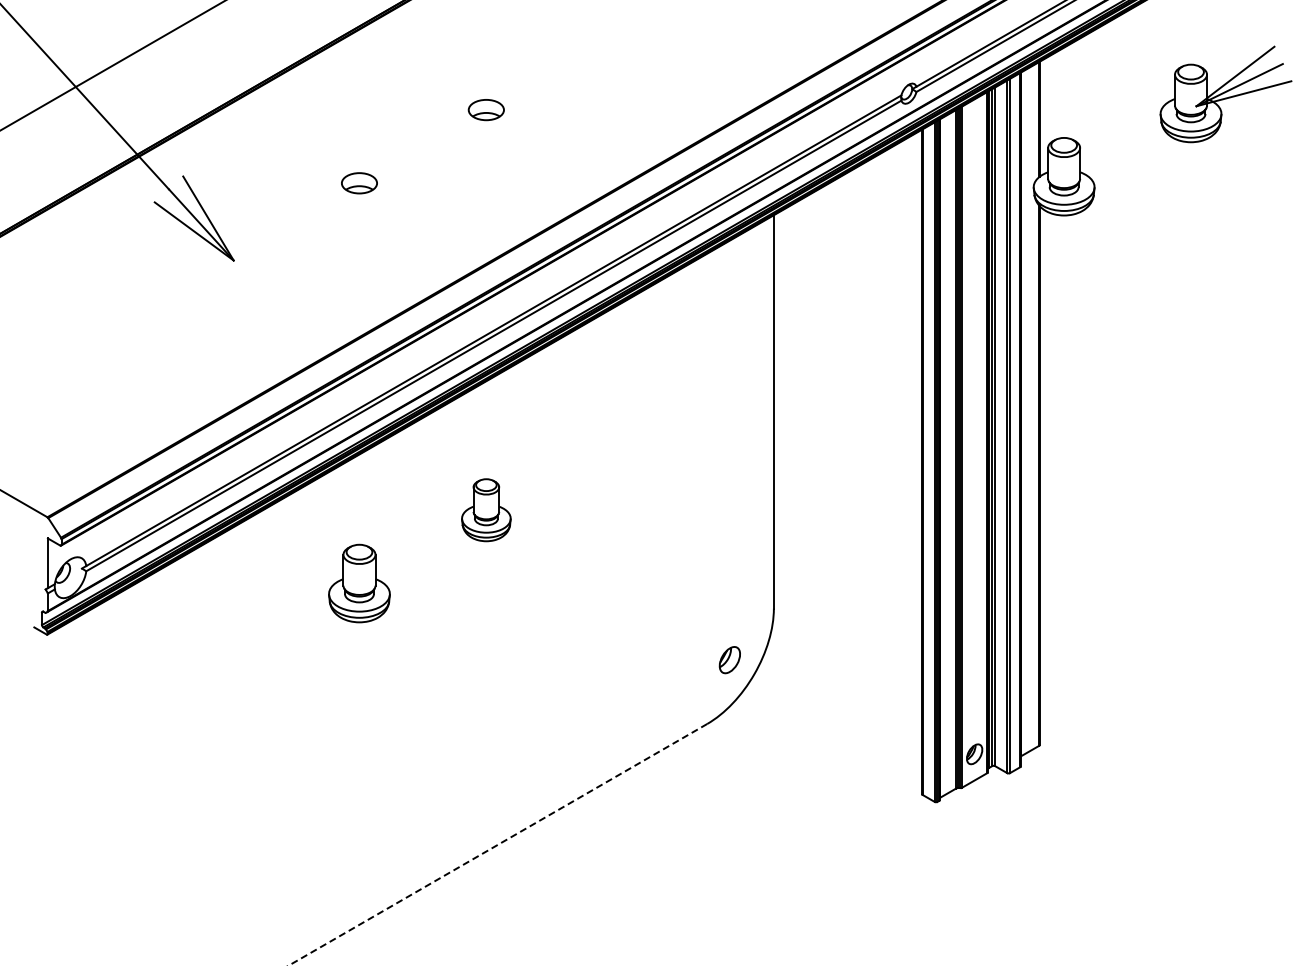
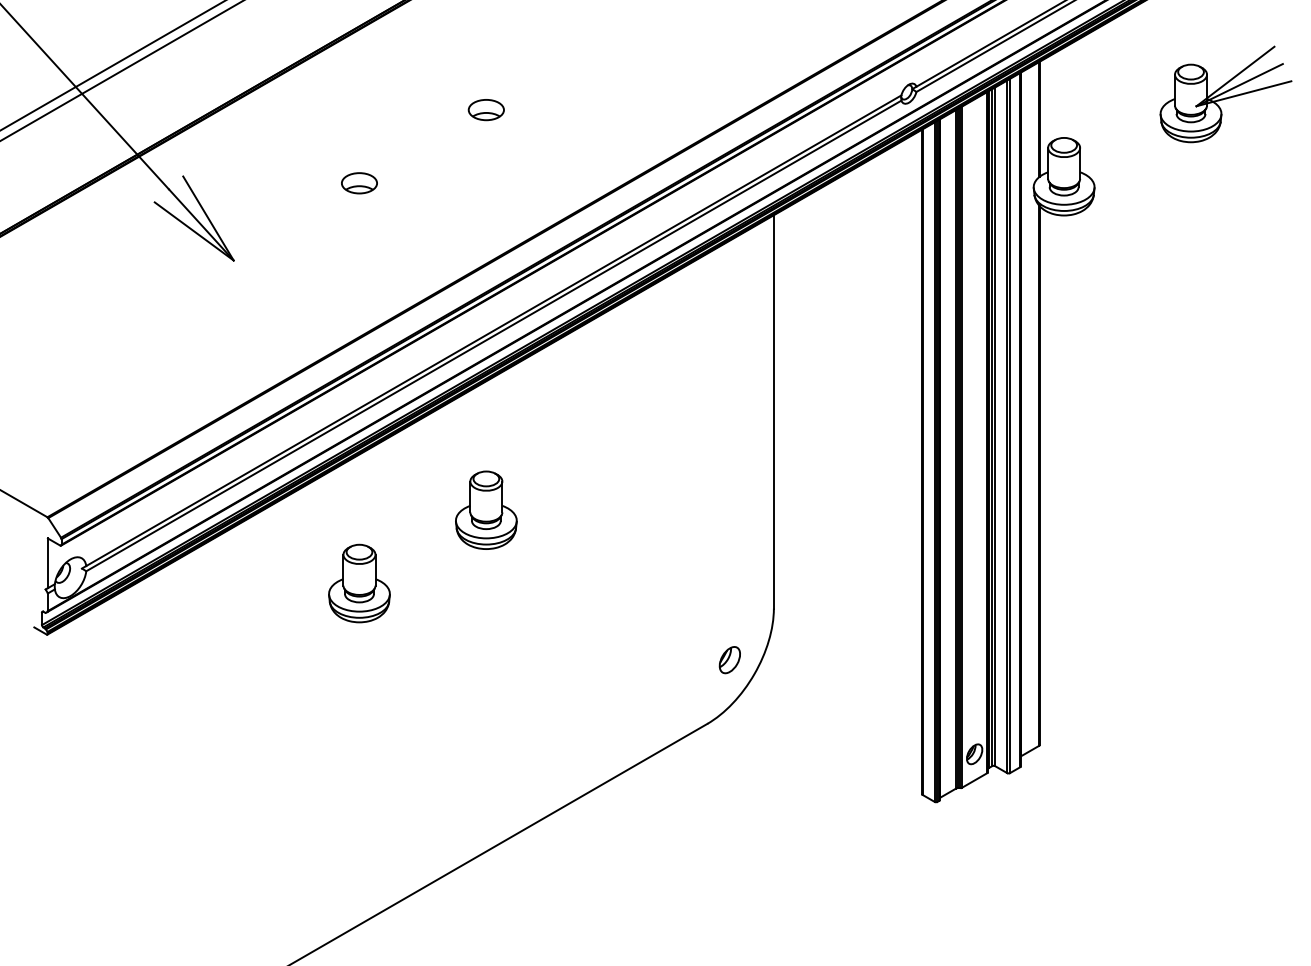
line at (121, 70): none -> present
part at (486, 510) size: 51x65 px -> 63x80 px
line at (497, 844): dashed -> solid
